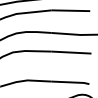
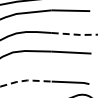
line at (75, 34): solid -> dashed
line at (25, 80): solid -> dashed
